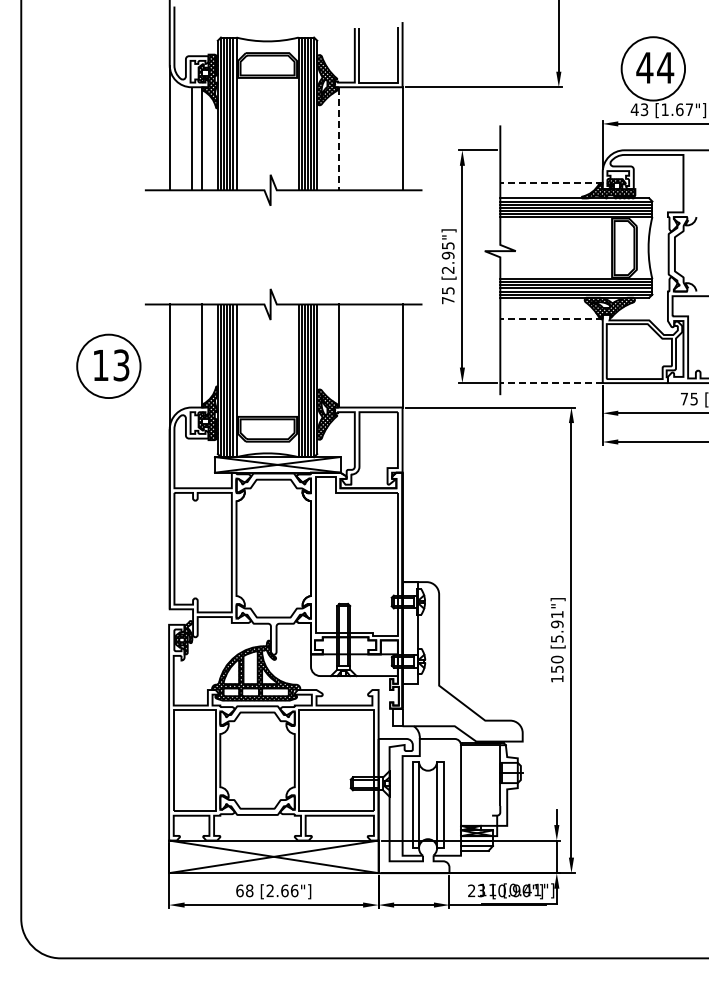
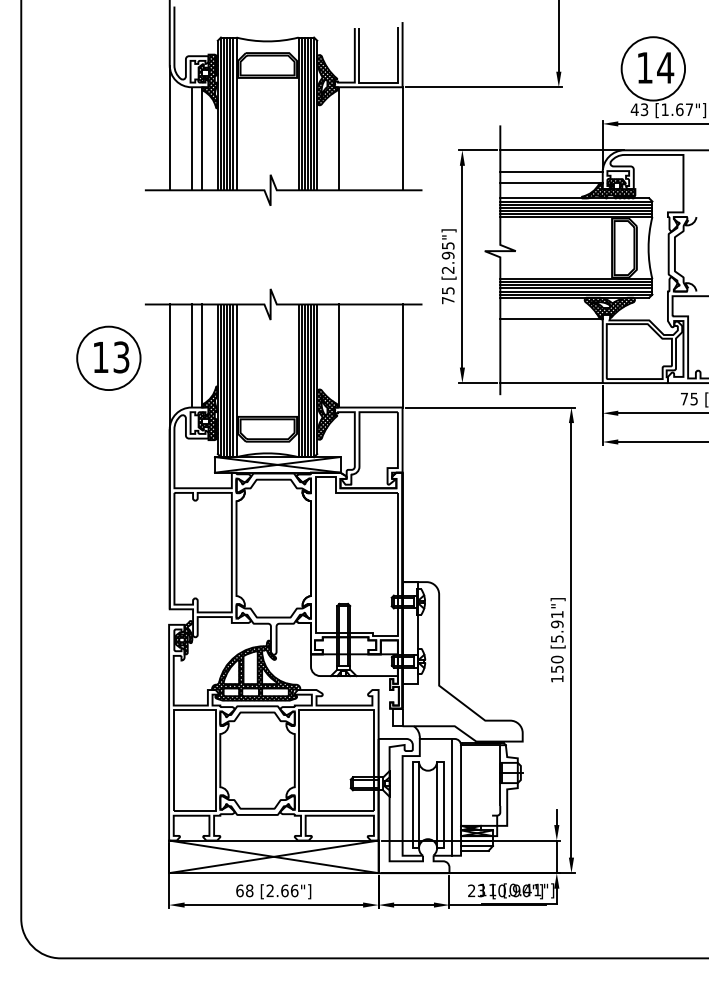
text at (644, 67): 44 -> 14
line at (338, 139): dashed -> solid
line at (562, 150): none -> present
line at (551, 172): none -> present
line at (551, 182): dashed -> solid
line at (551, 319): dashed -> solid
line at (191, 355): none -> present
part at (108, 365) position: (108, 365) -> (108, 357)
line at (551, 383): dashed -> solid
line at (451, 796): none -> present
